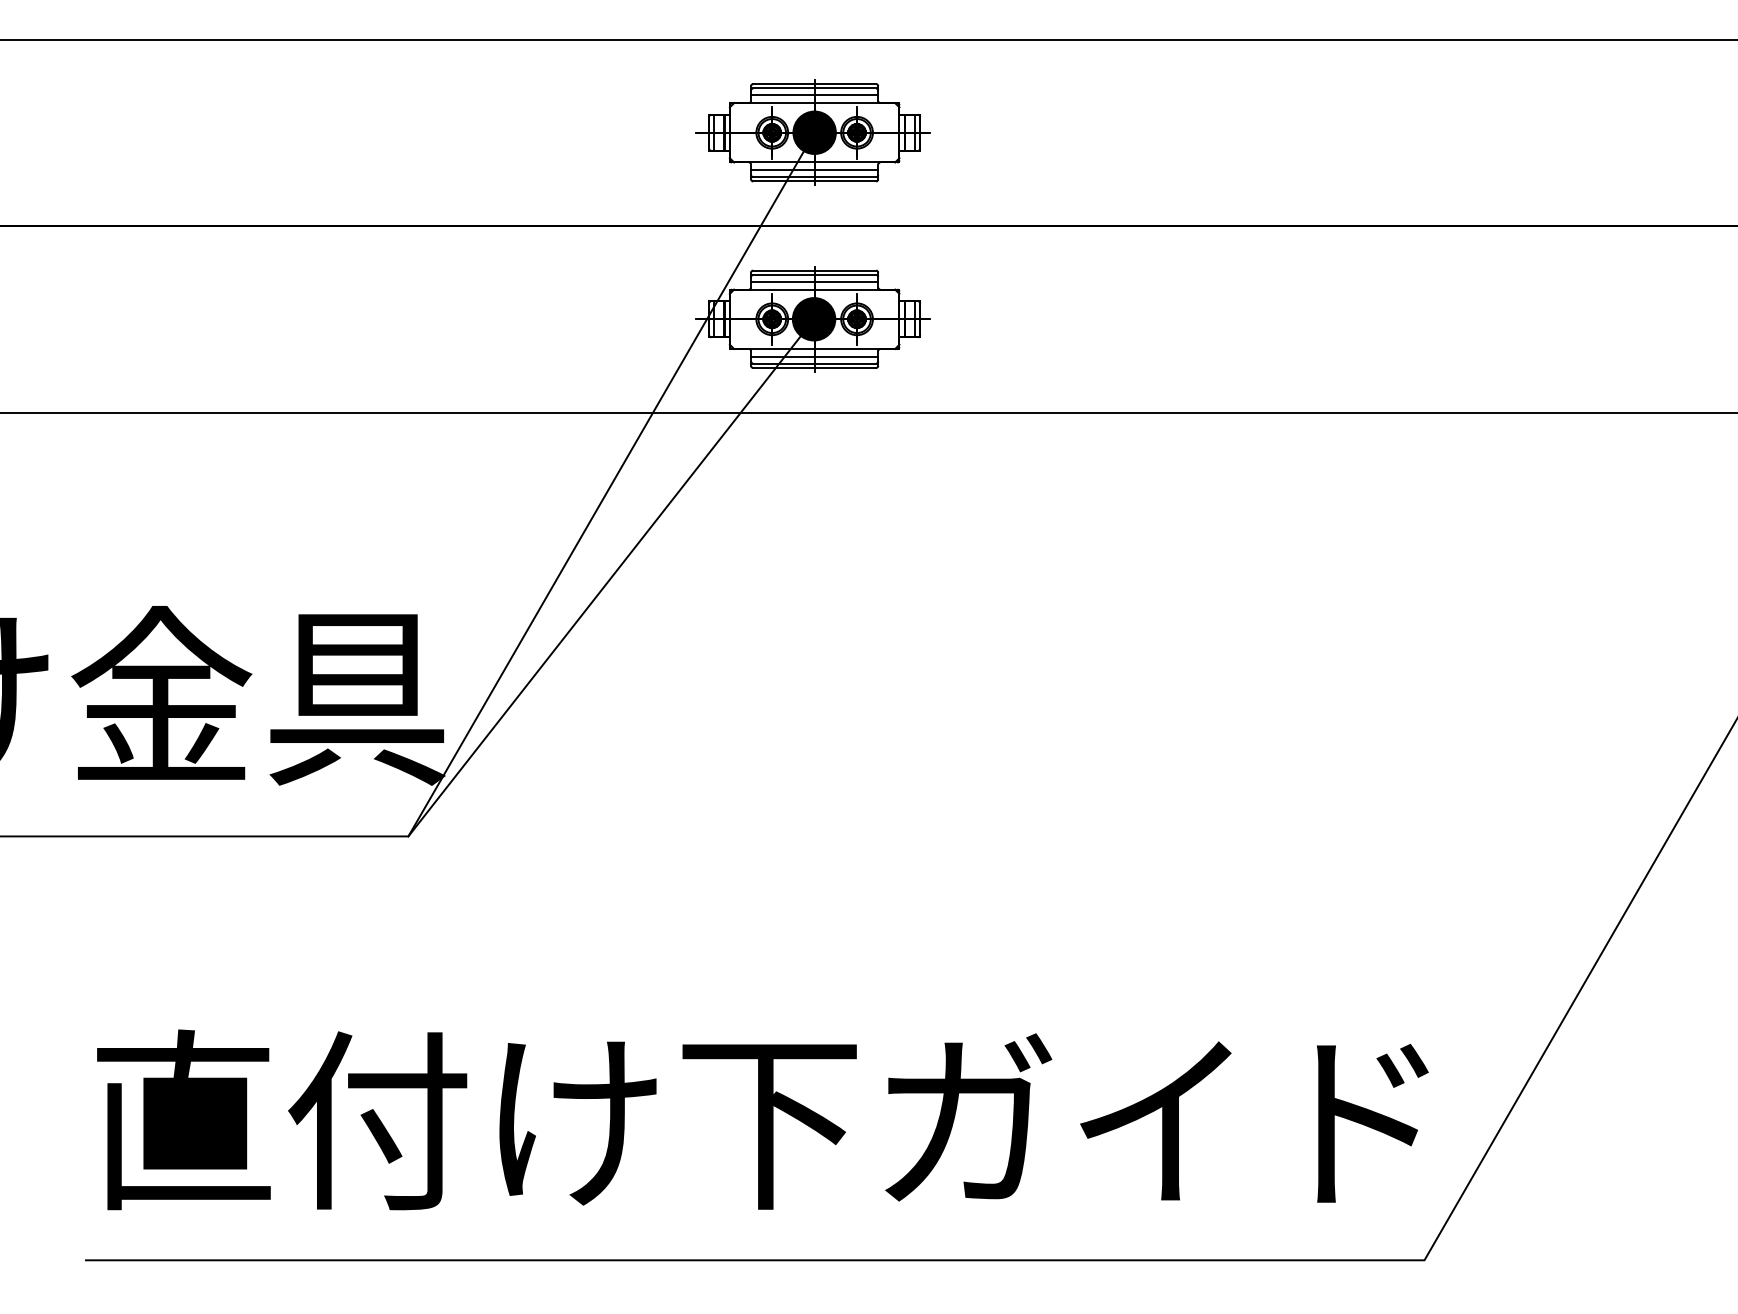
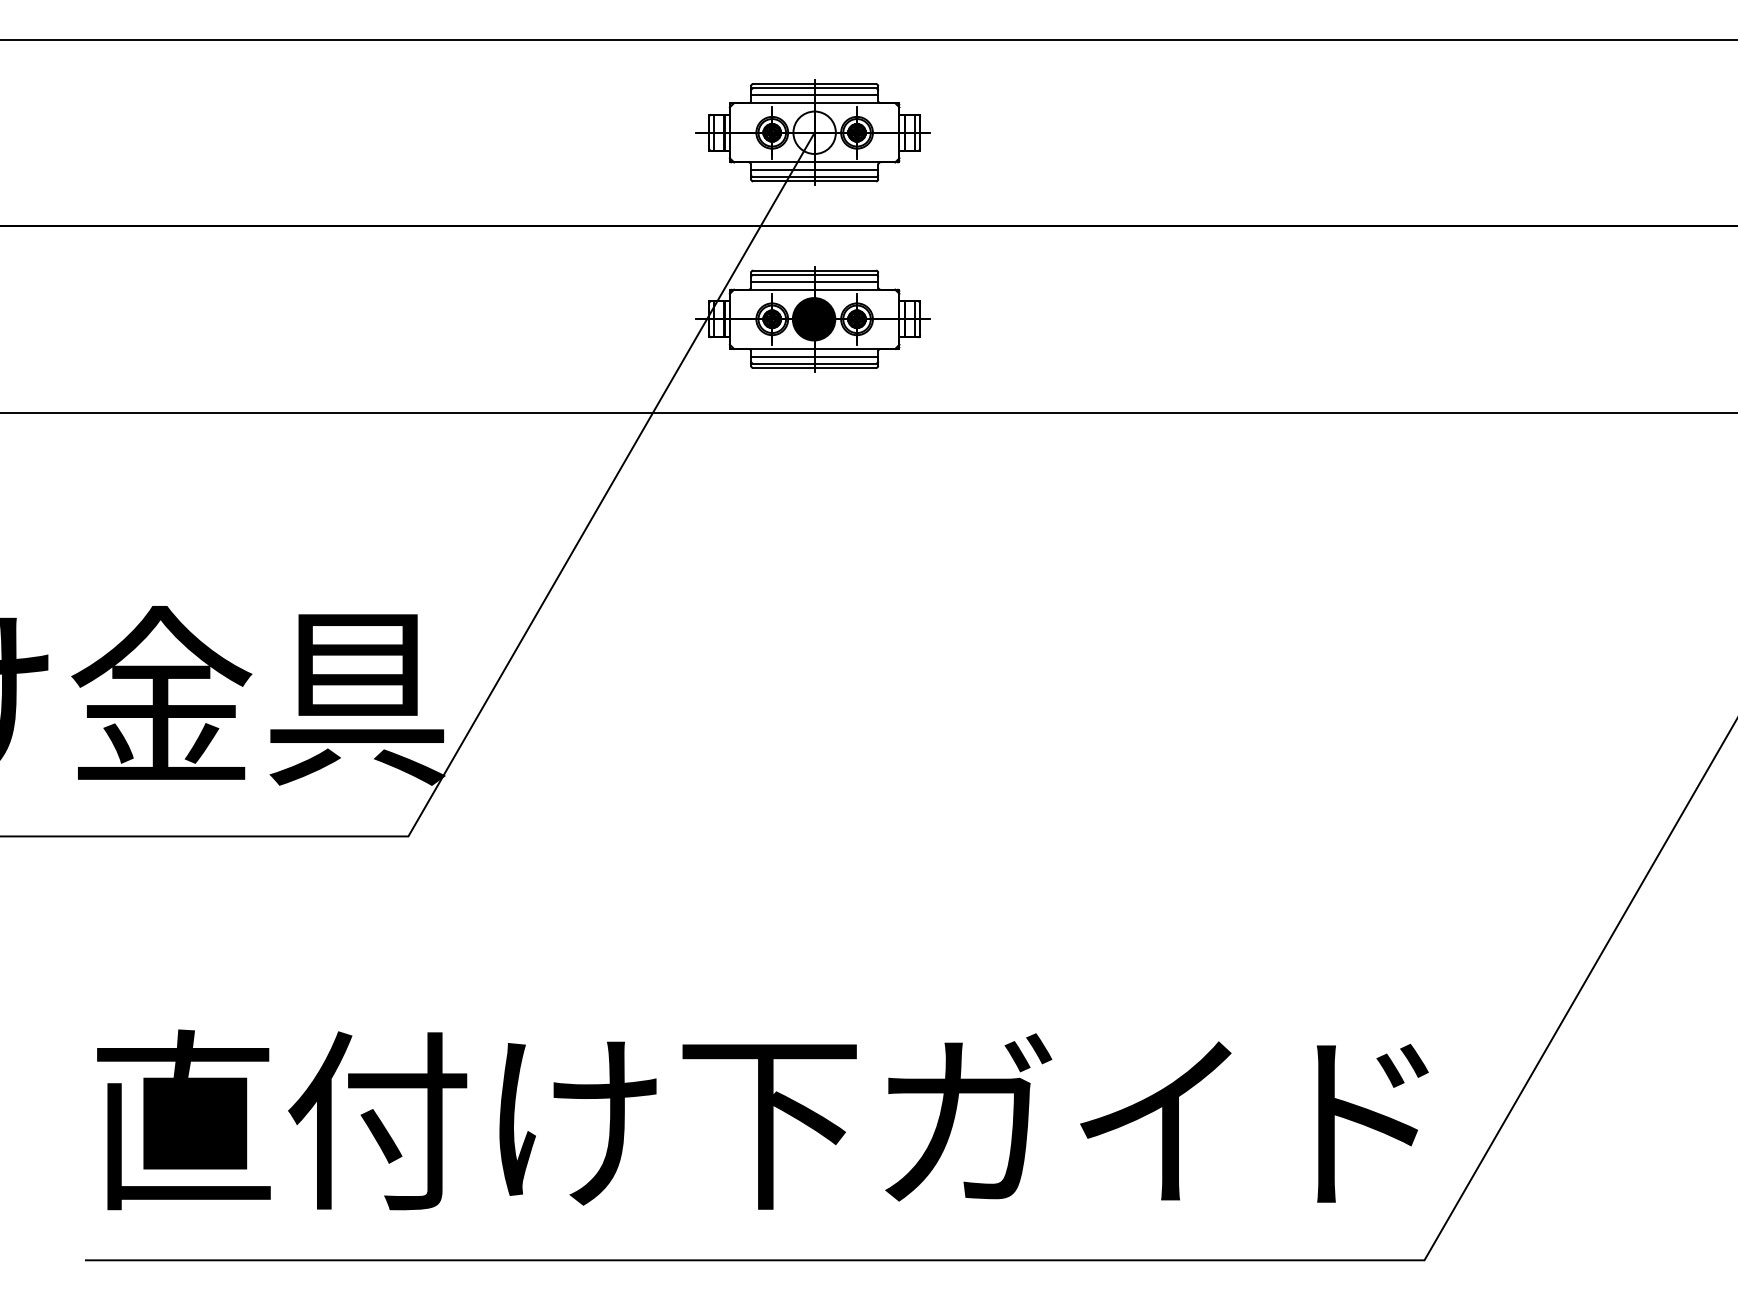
fill at (814, 132): present -> none
line at (611, 577): present -> none
